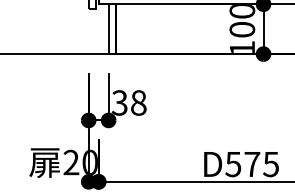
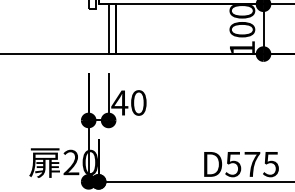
text at (128, 102): 38 -> 40
